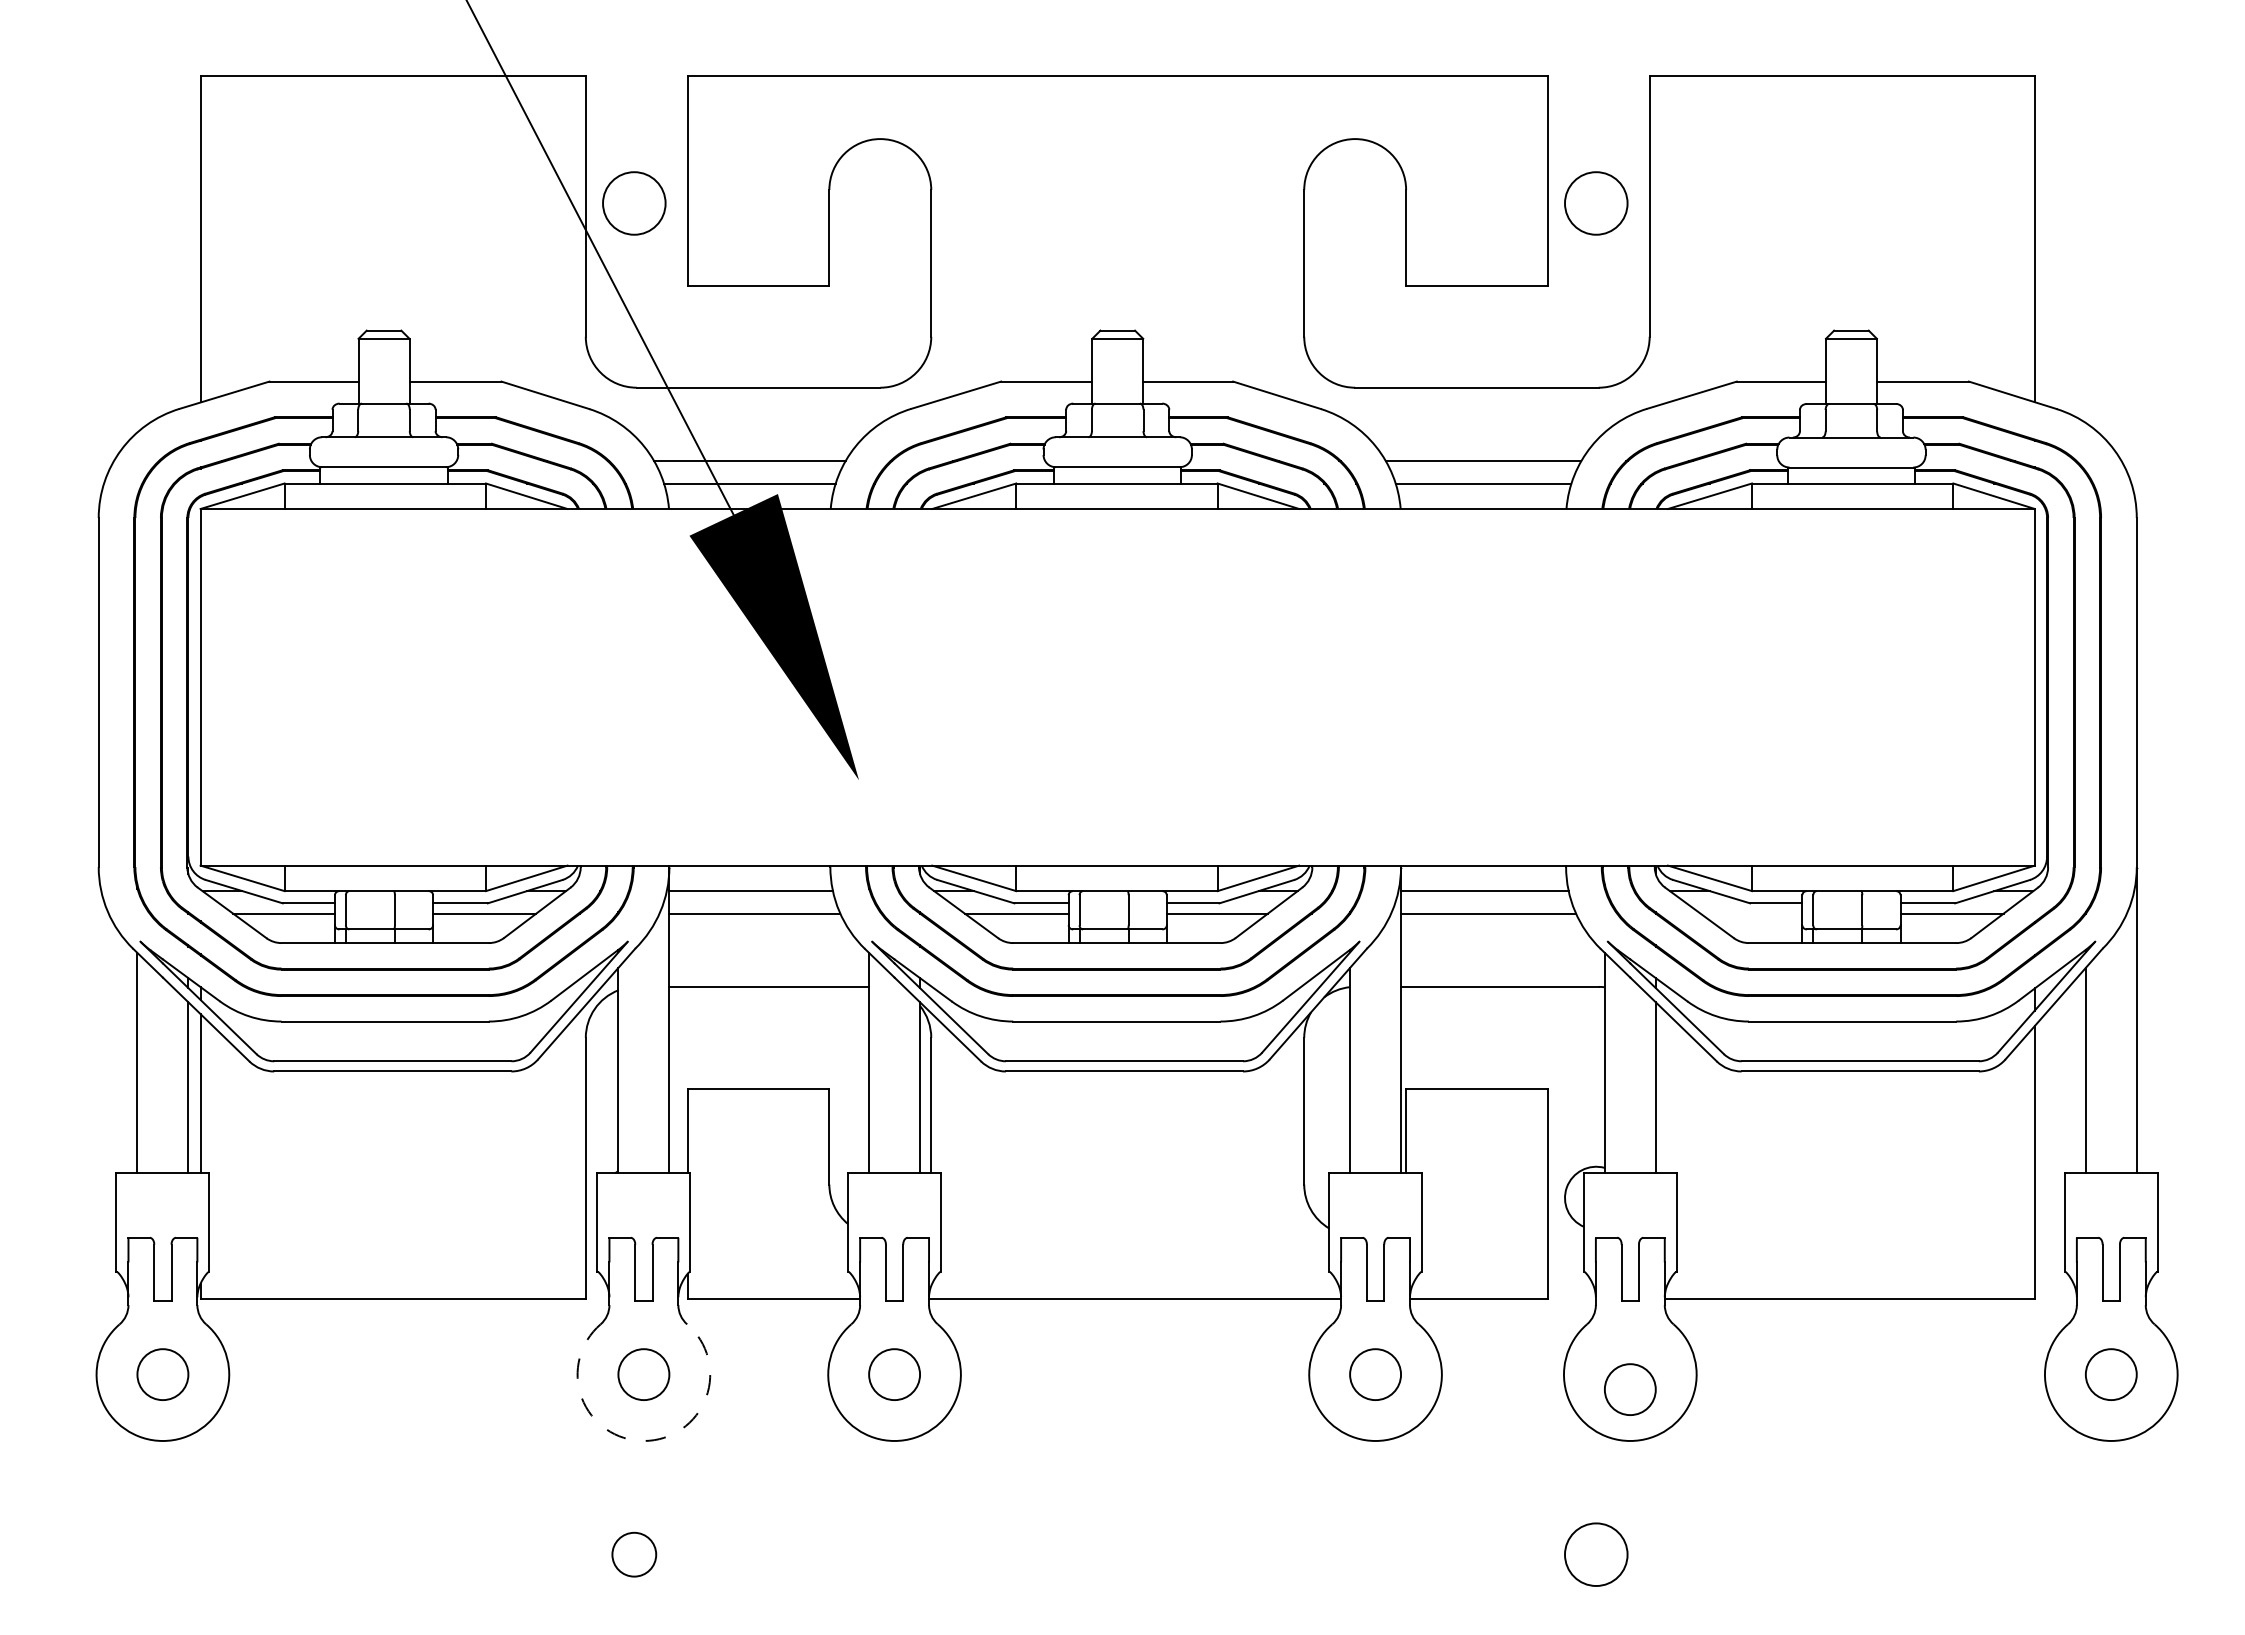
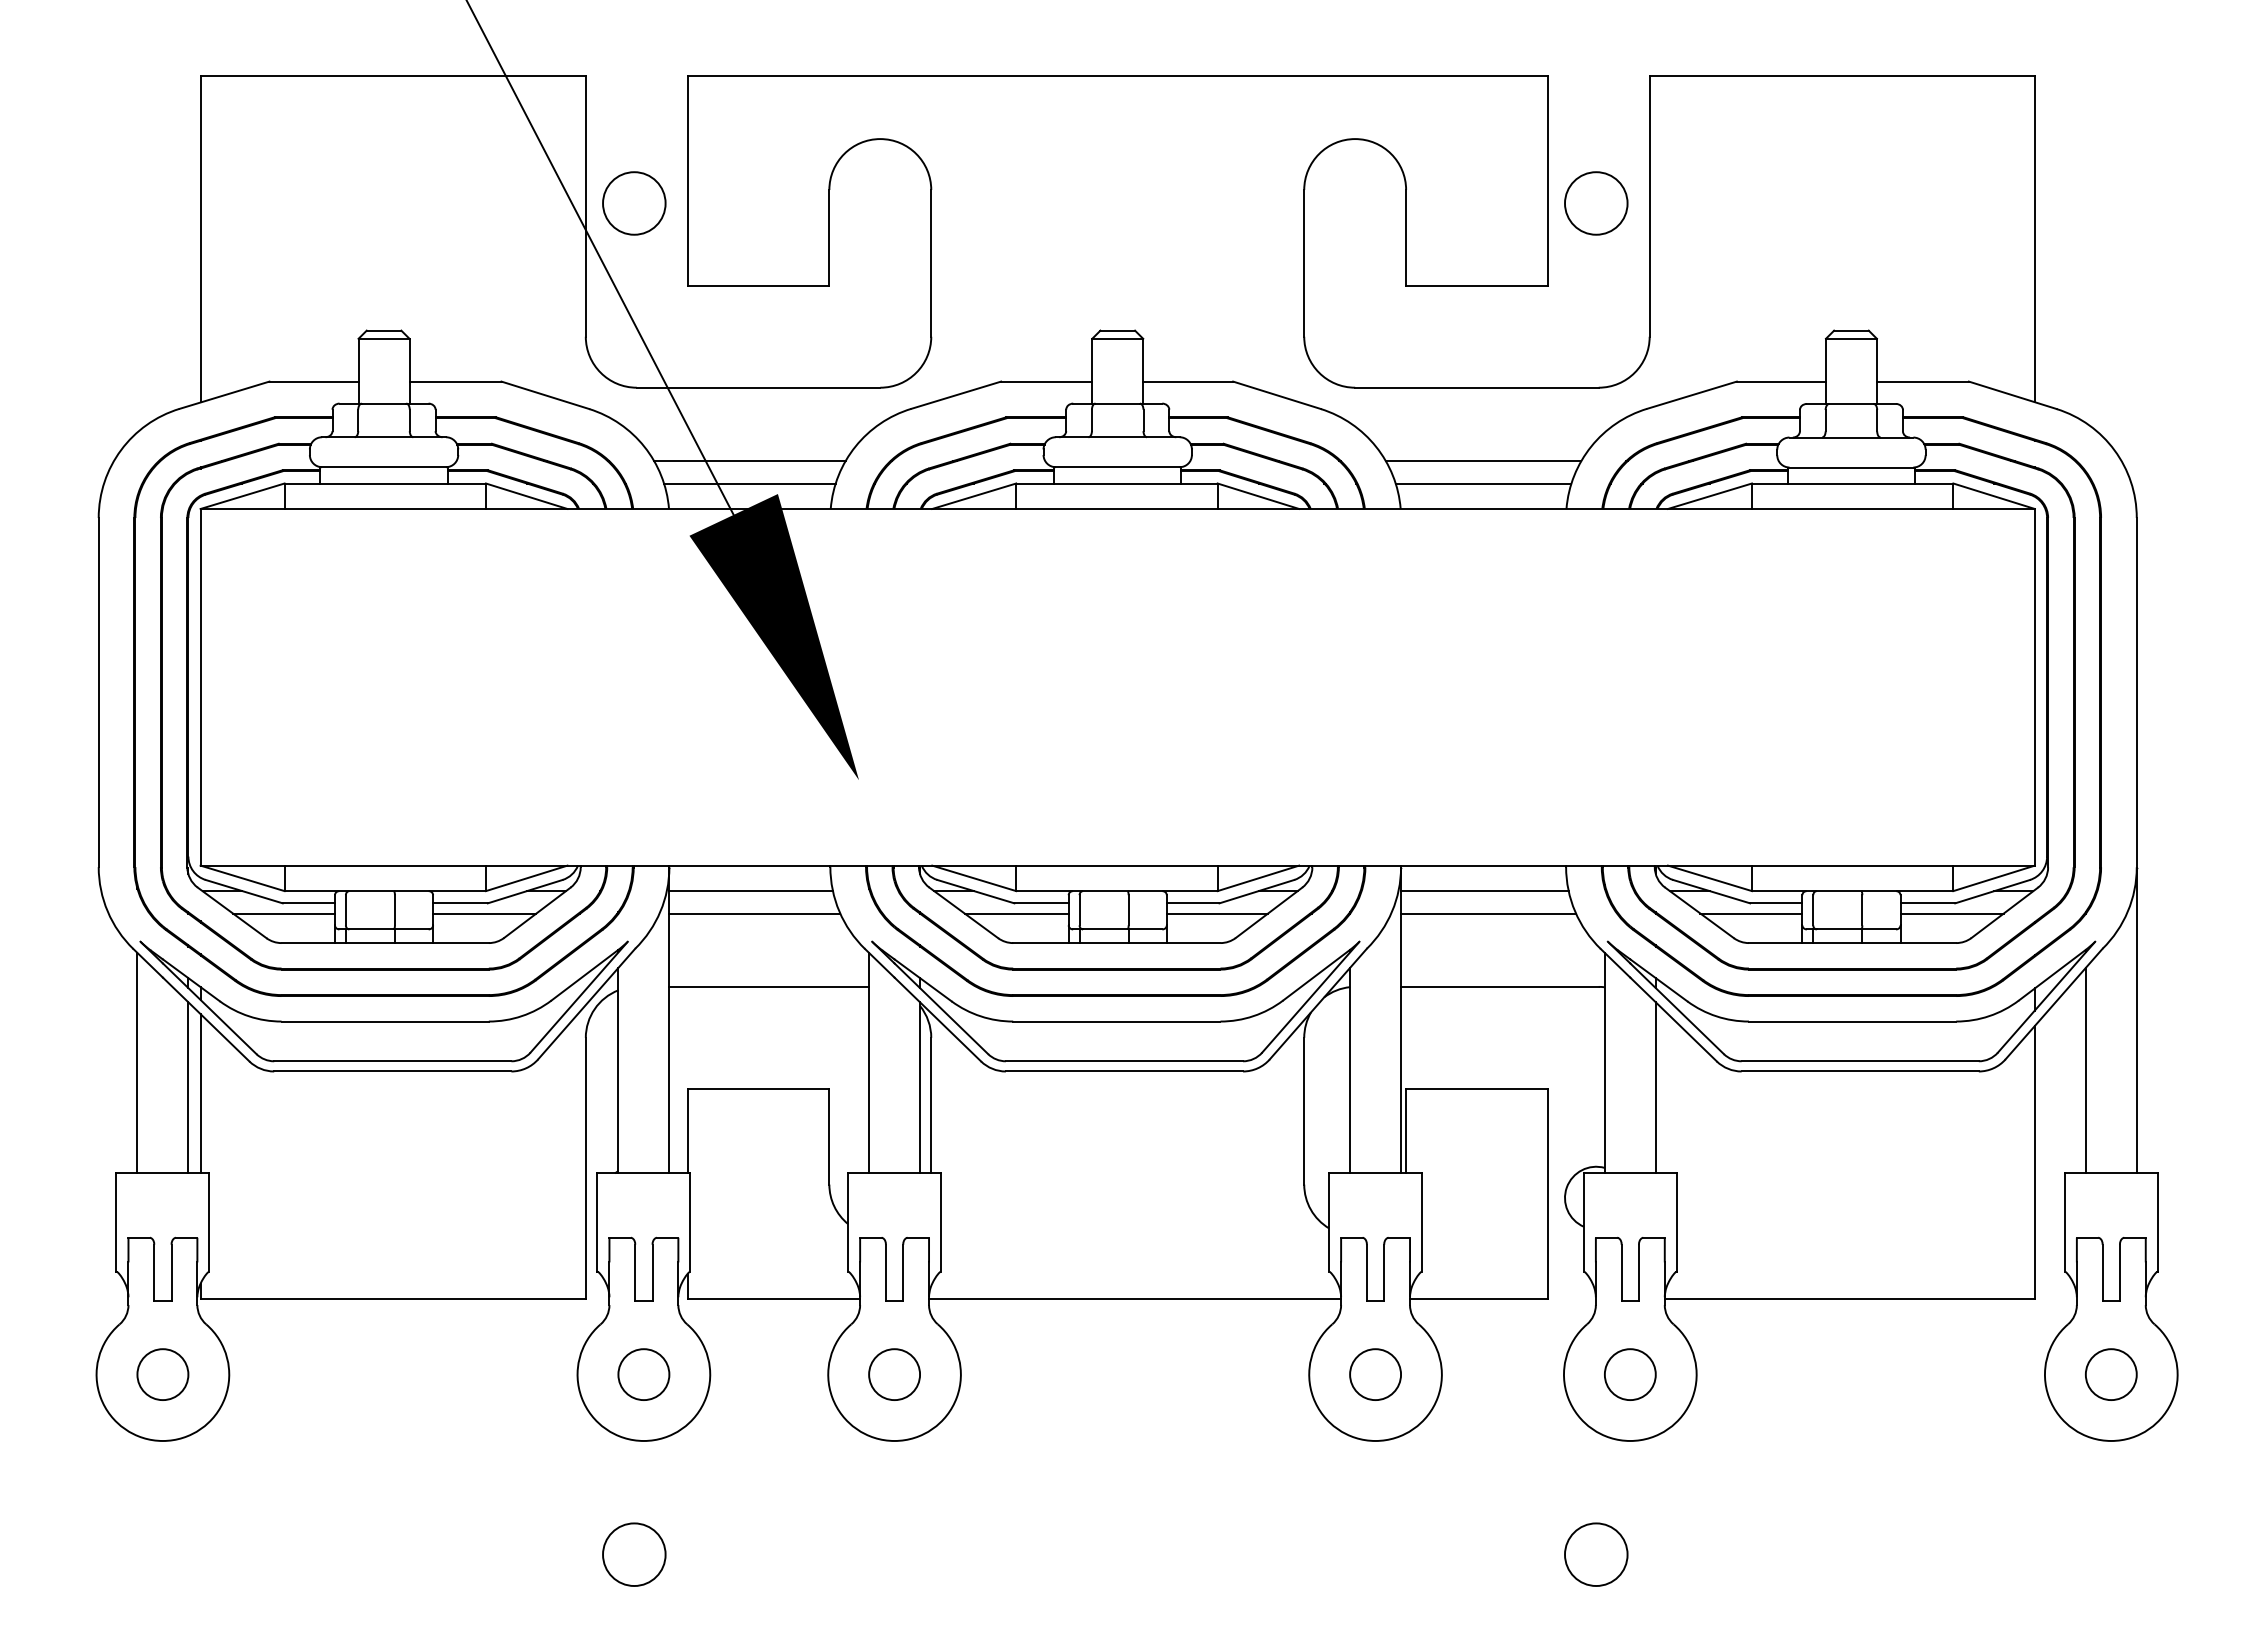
line at (1751, 913): none -> present
circle at (1630, 1389) position: (1630, 1389) -> (1630, 1374)
arc at (643, 1440): dashed -> solid
circle at (634, 1554) diameter: 44 px -> 63 px
